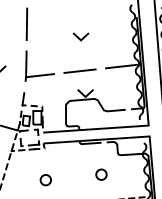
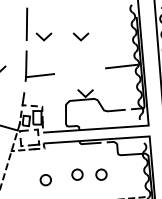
line at (42, 37): none -> present
line at (79, 70): present -> none
circle at (77, 174): none -> present
